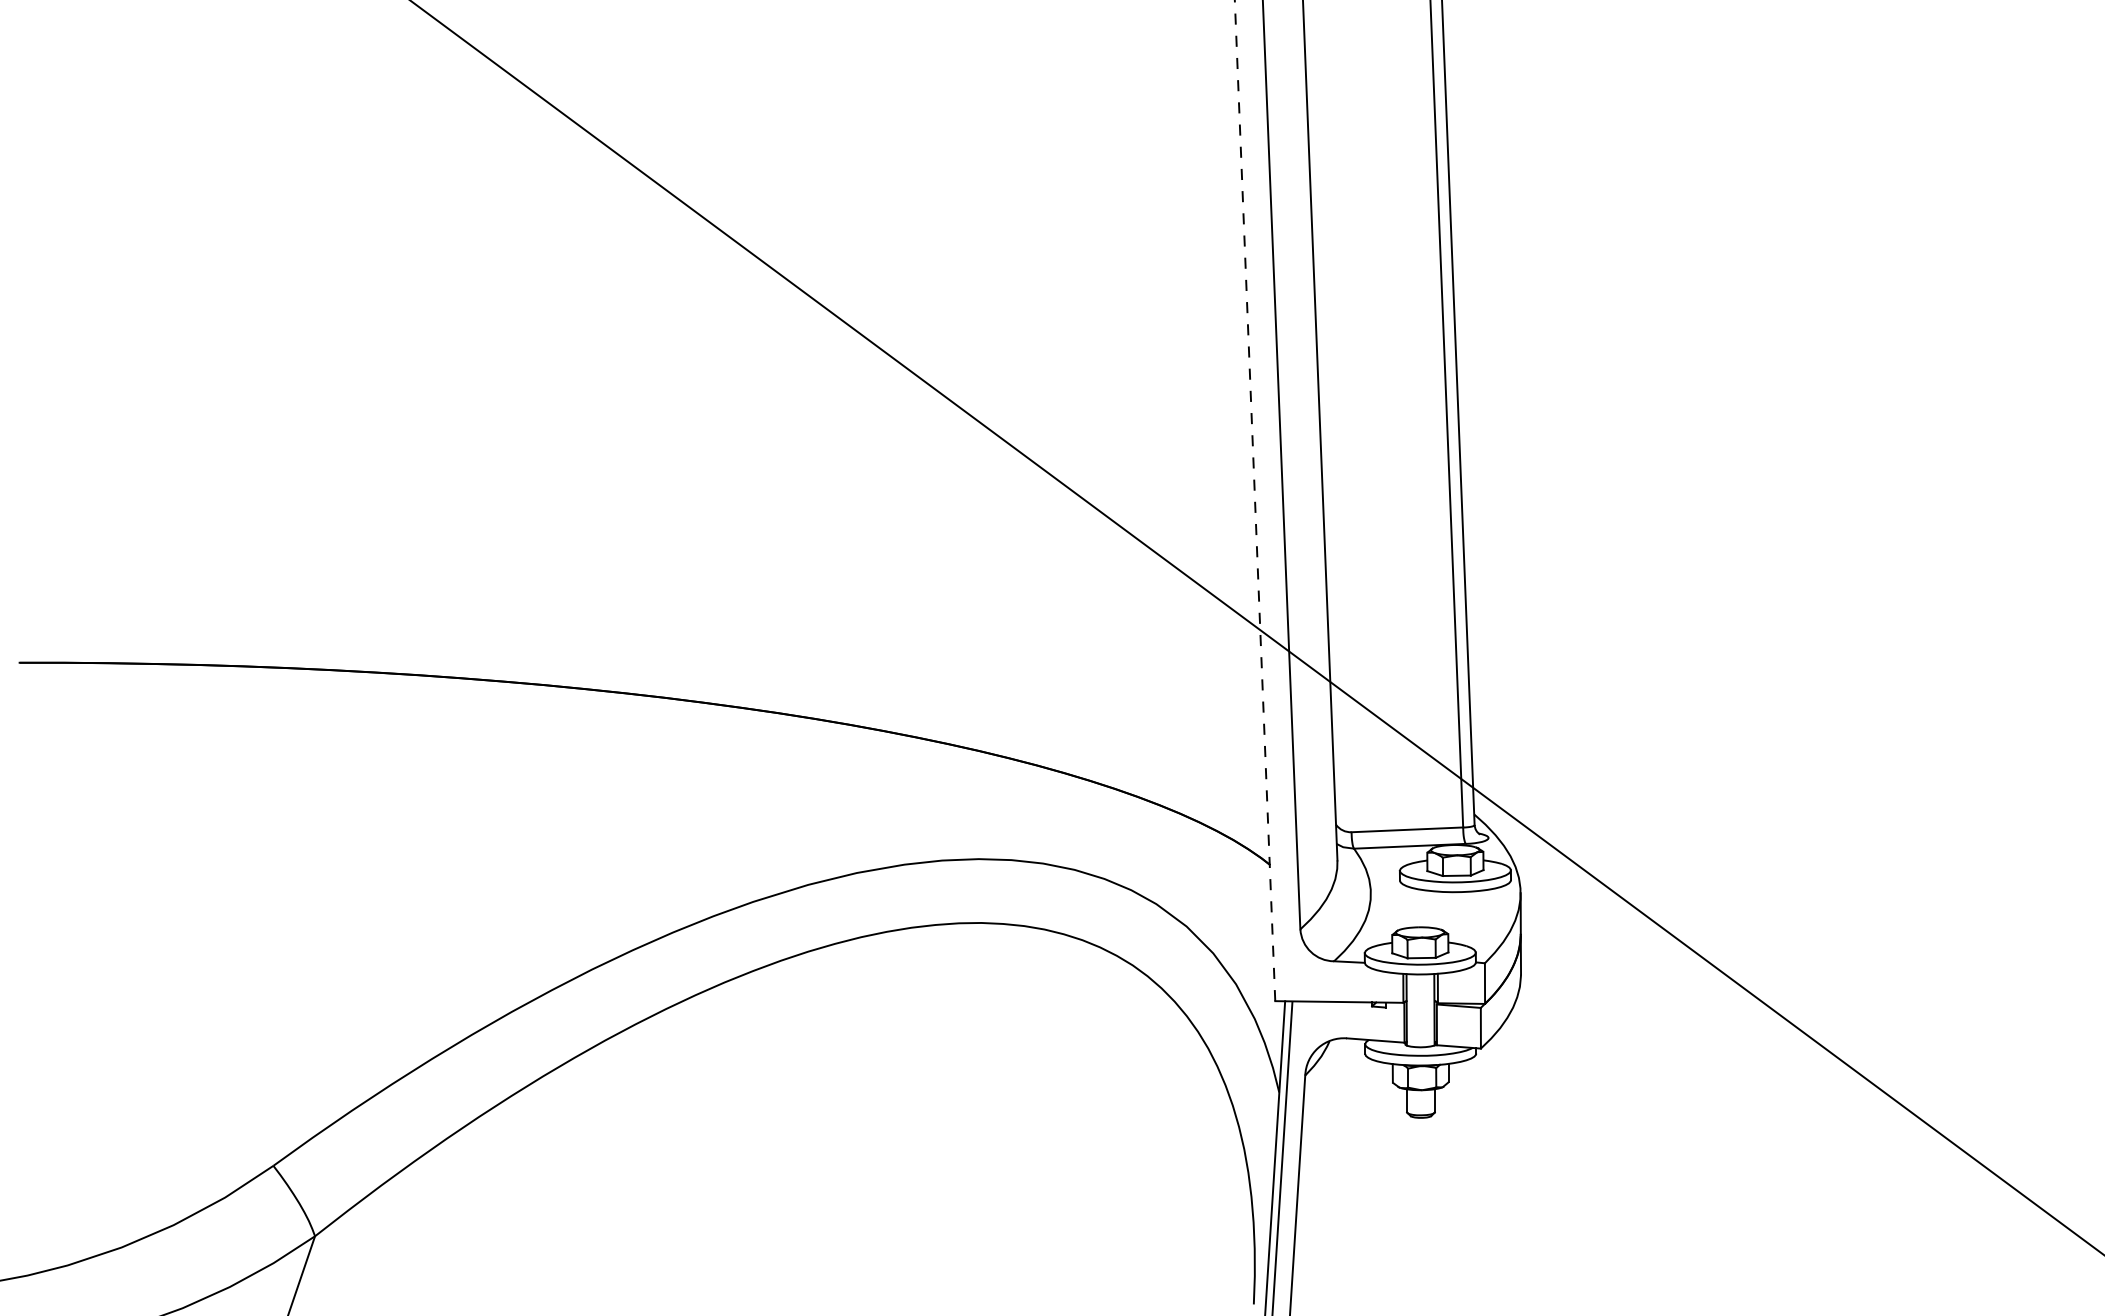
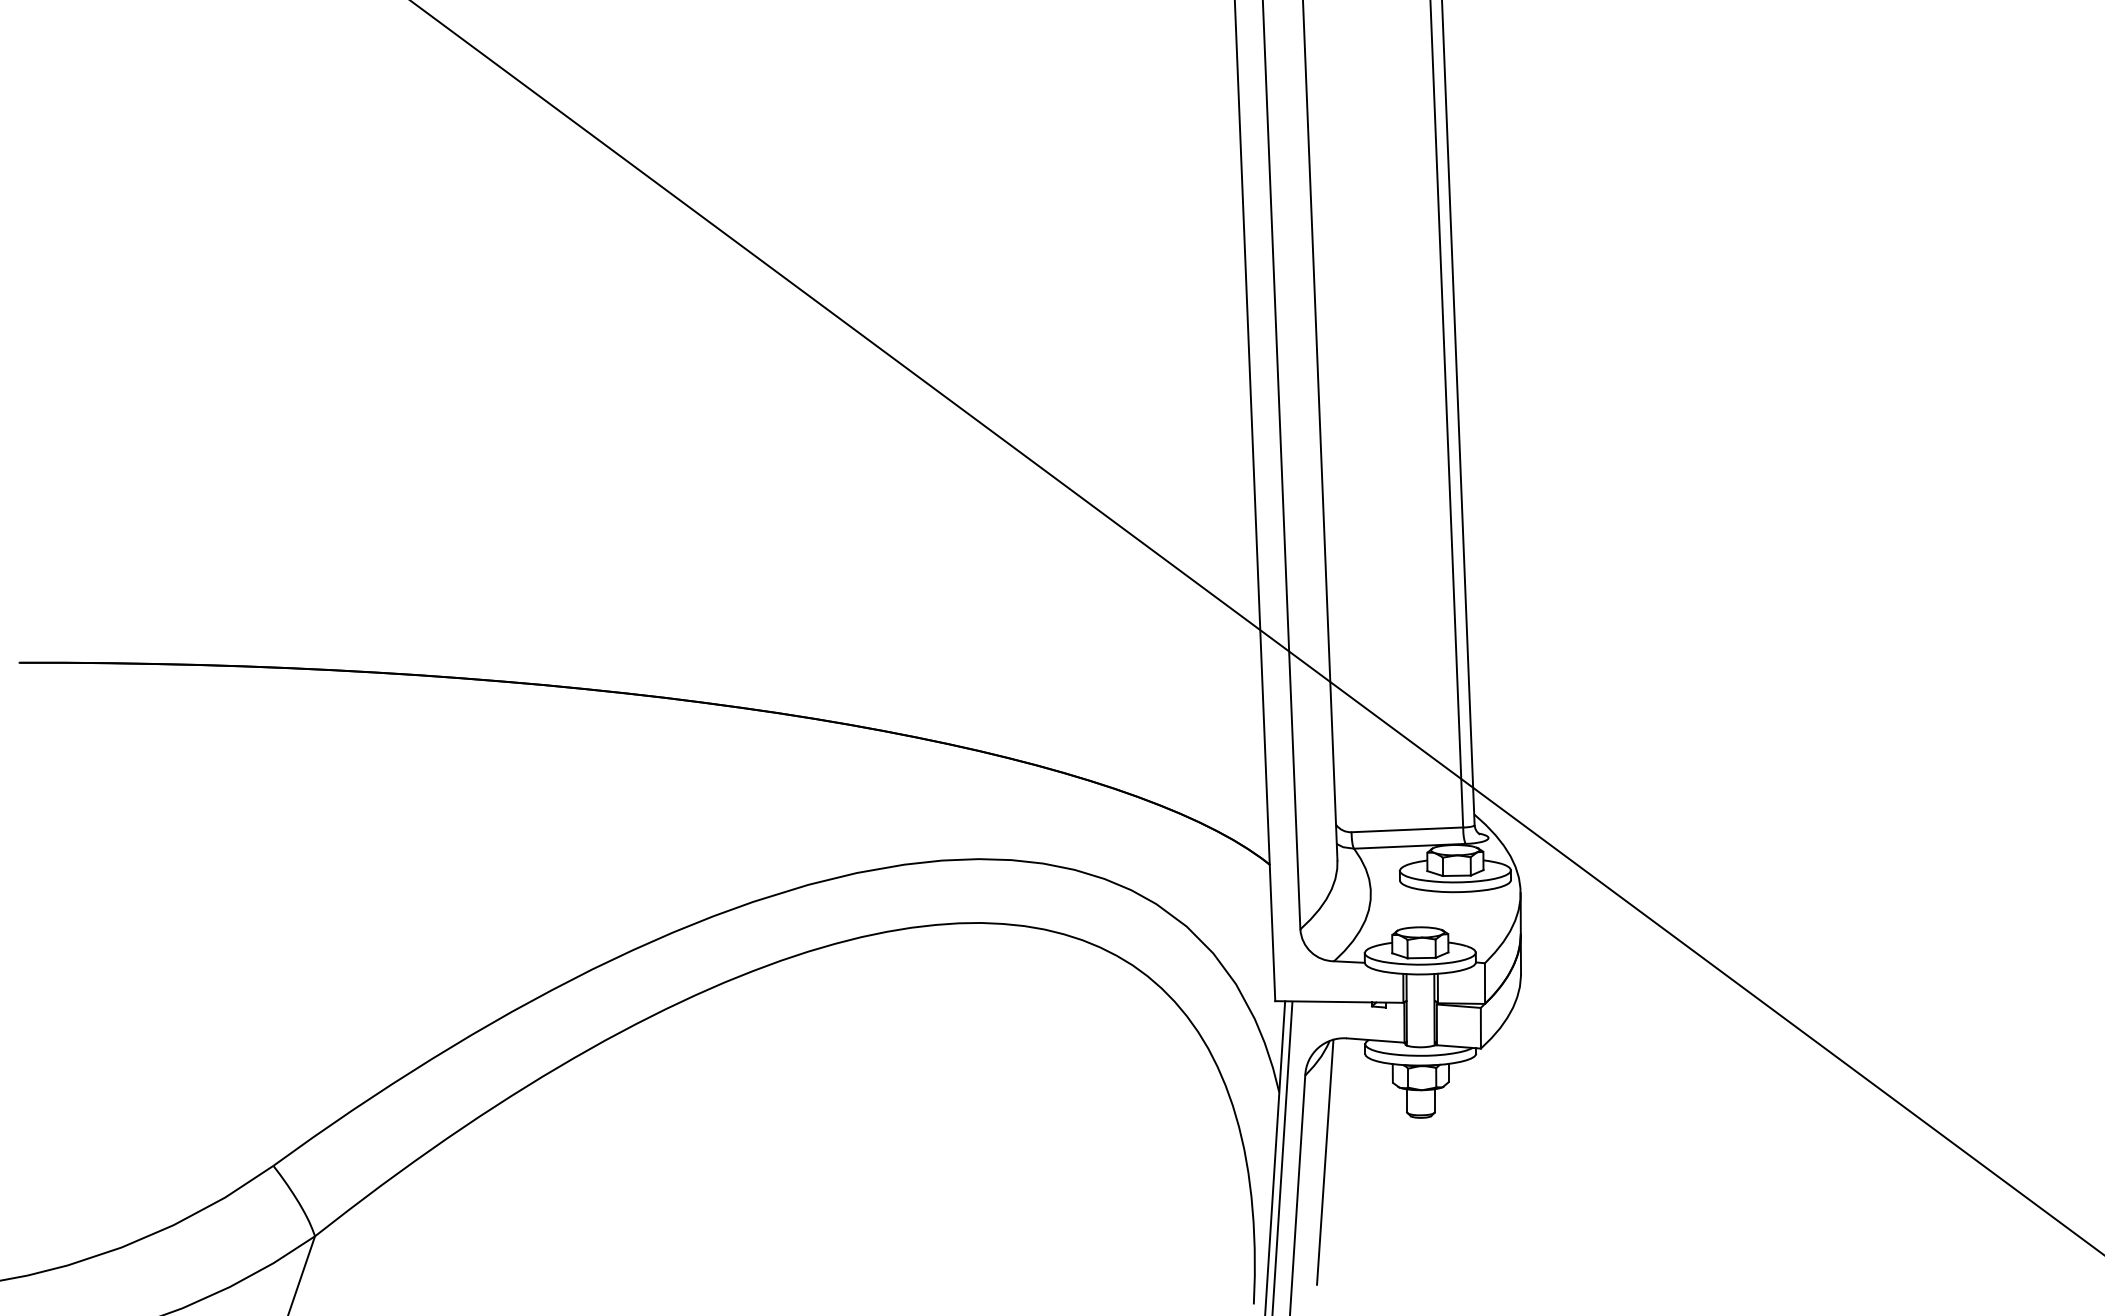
line at (1255, 500): dashed -> solid
line at (1325, 1161): none -> present
